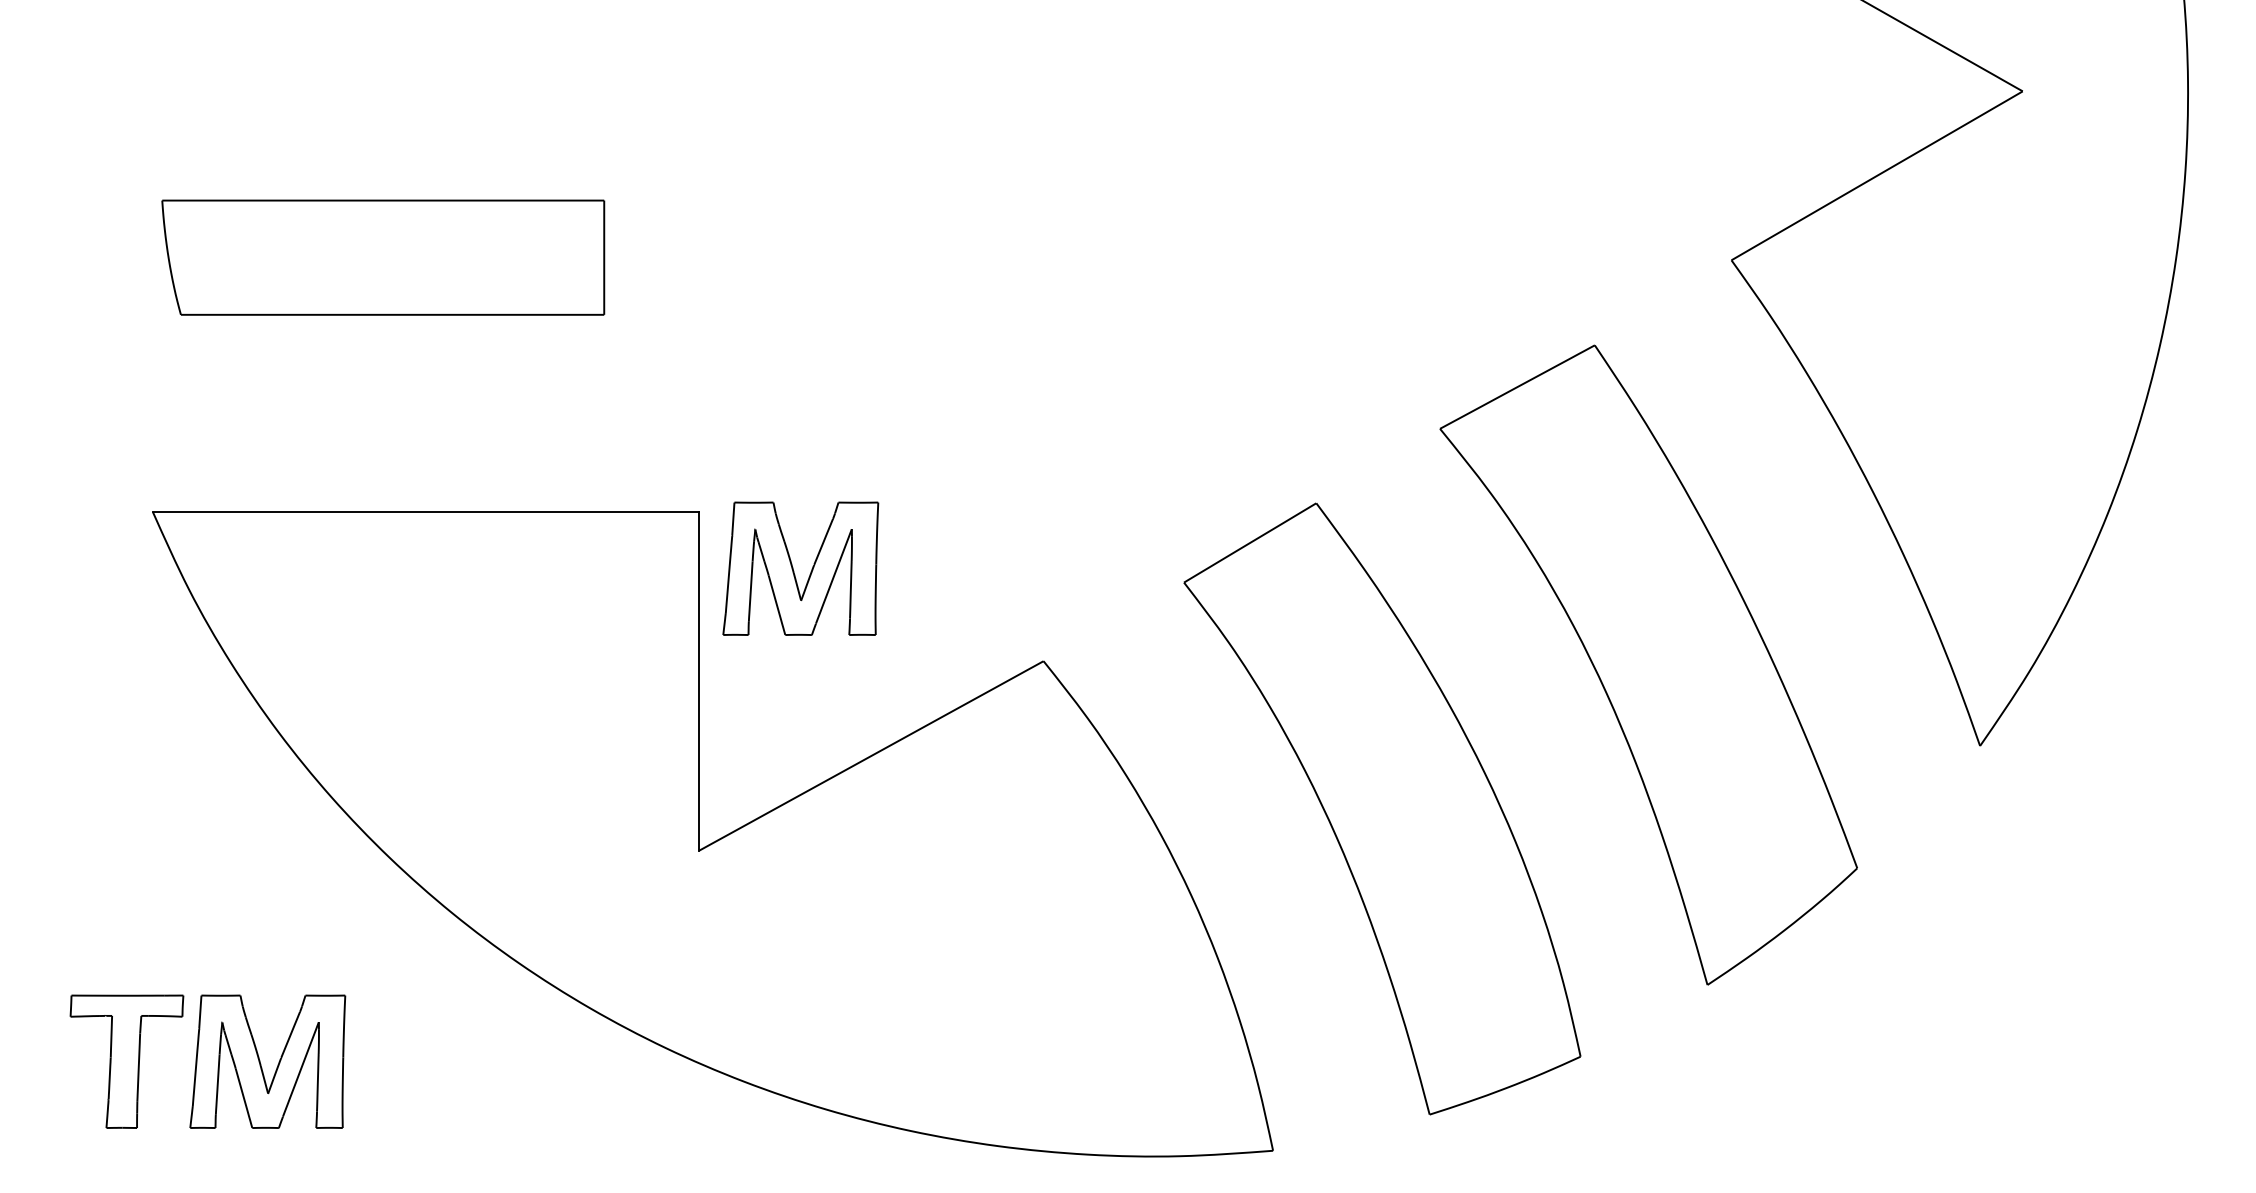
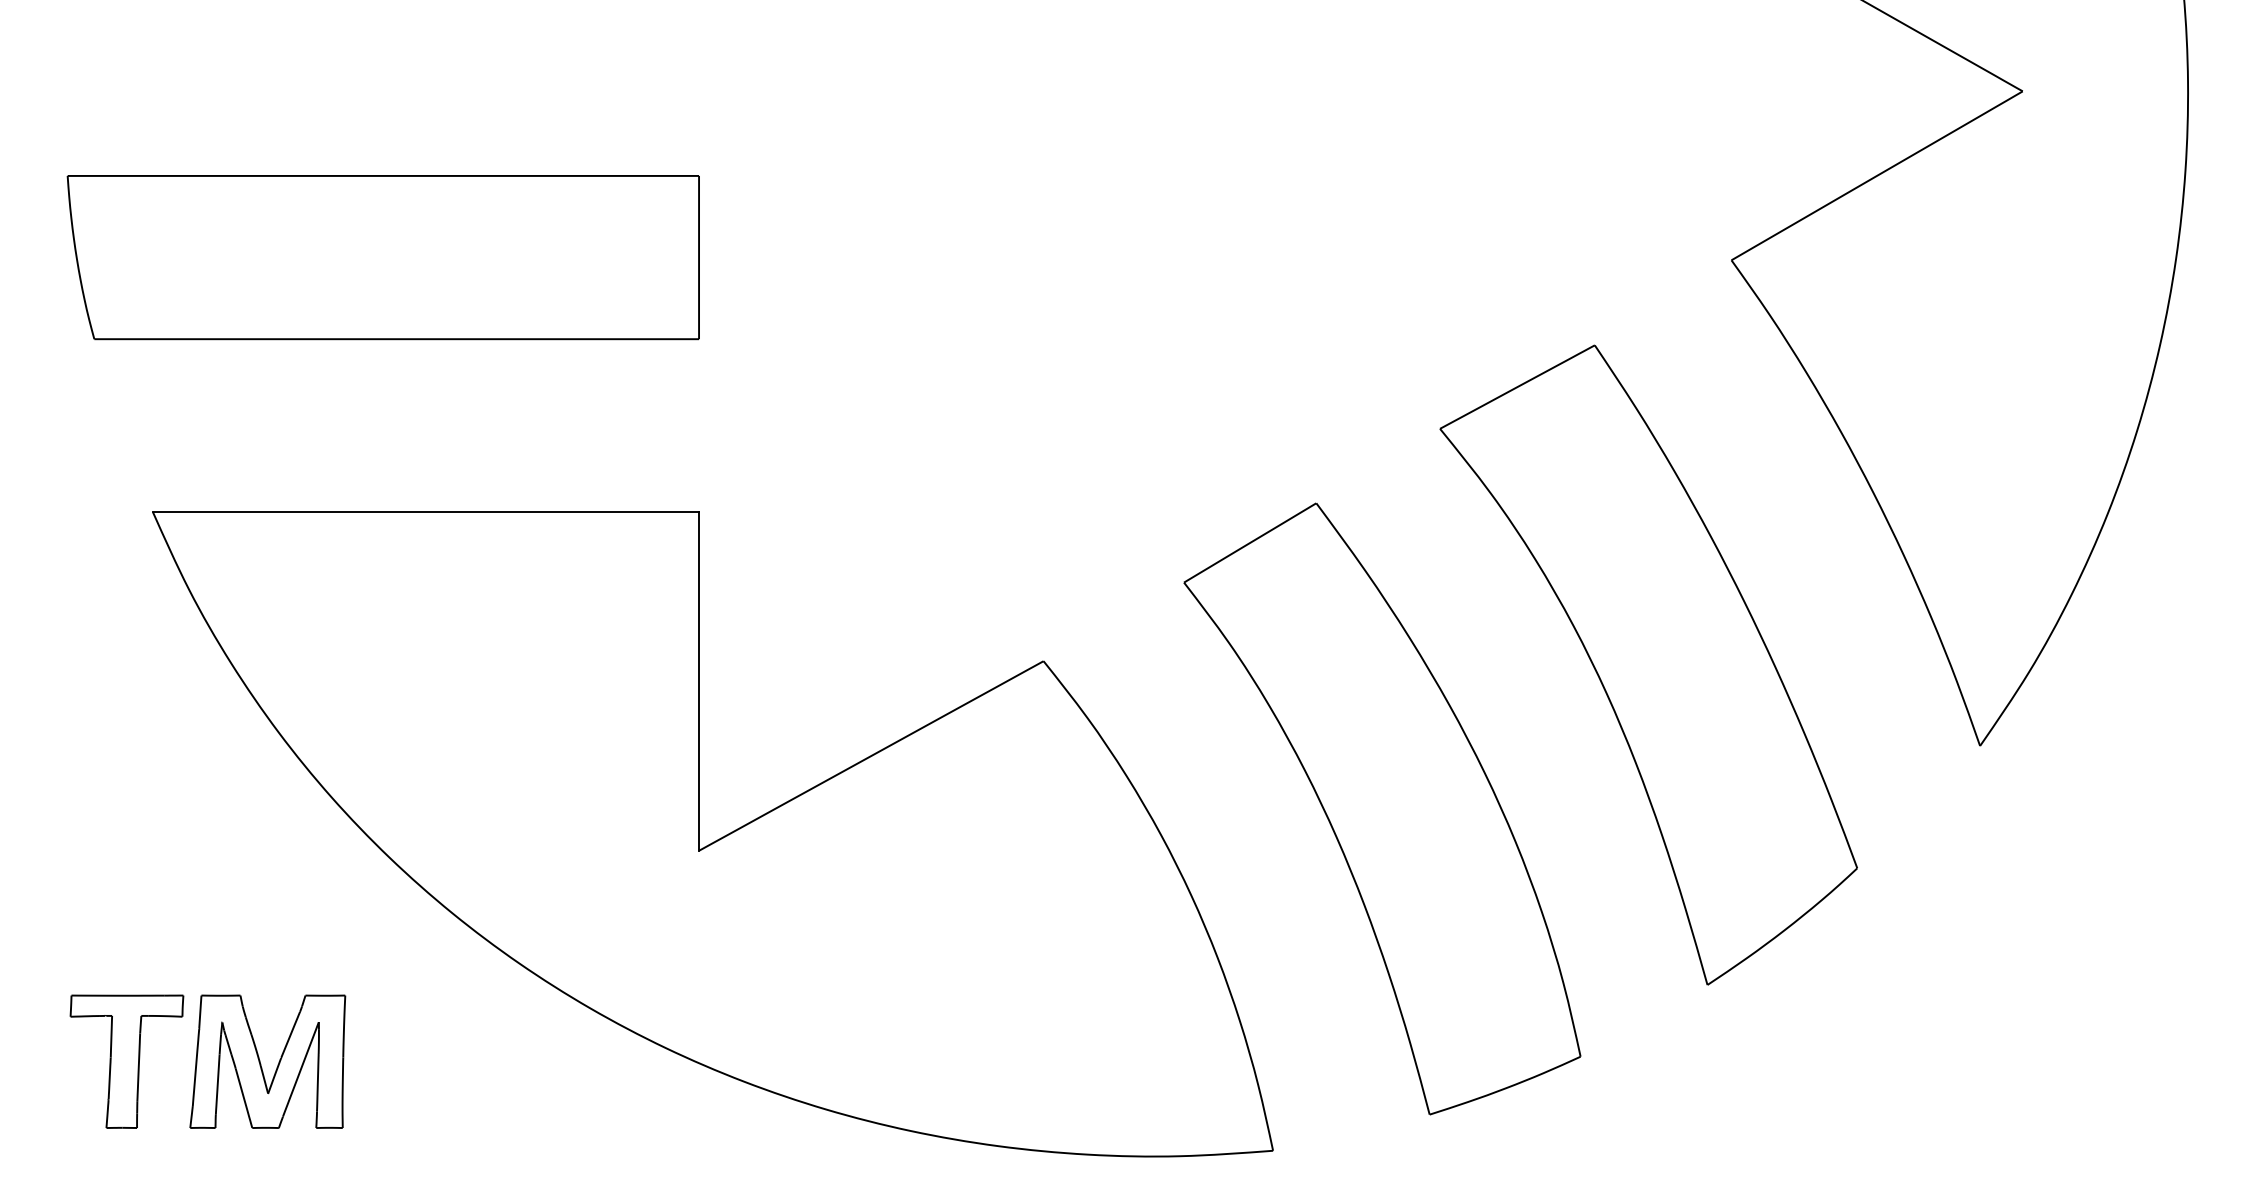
part at (383, 257) size: 445x117 px -> 634x166 px
part at (794, 571): present -> none
